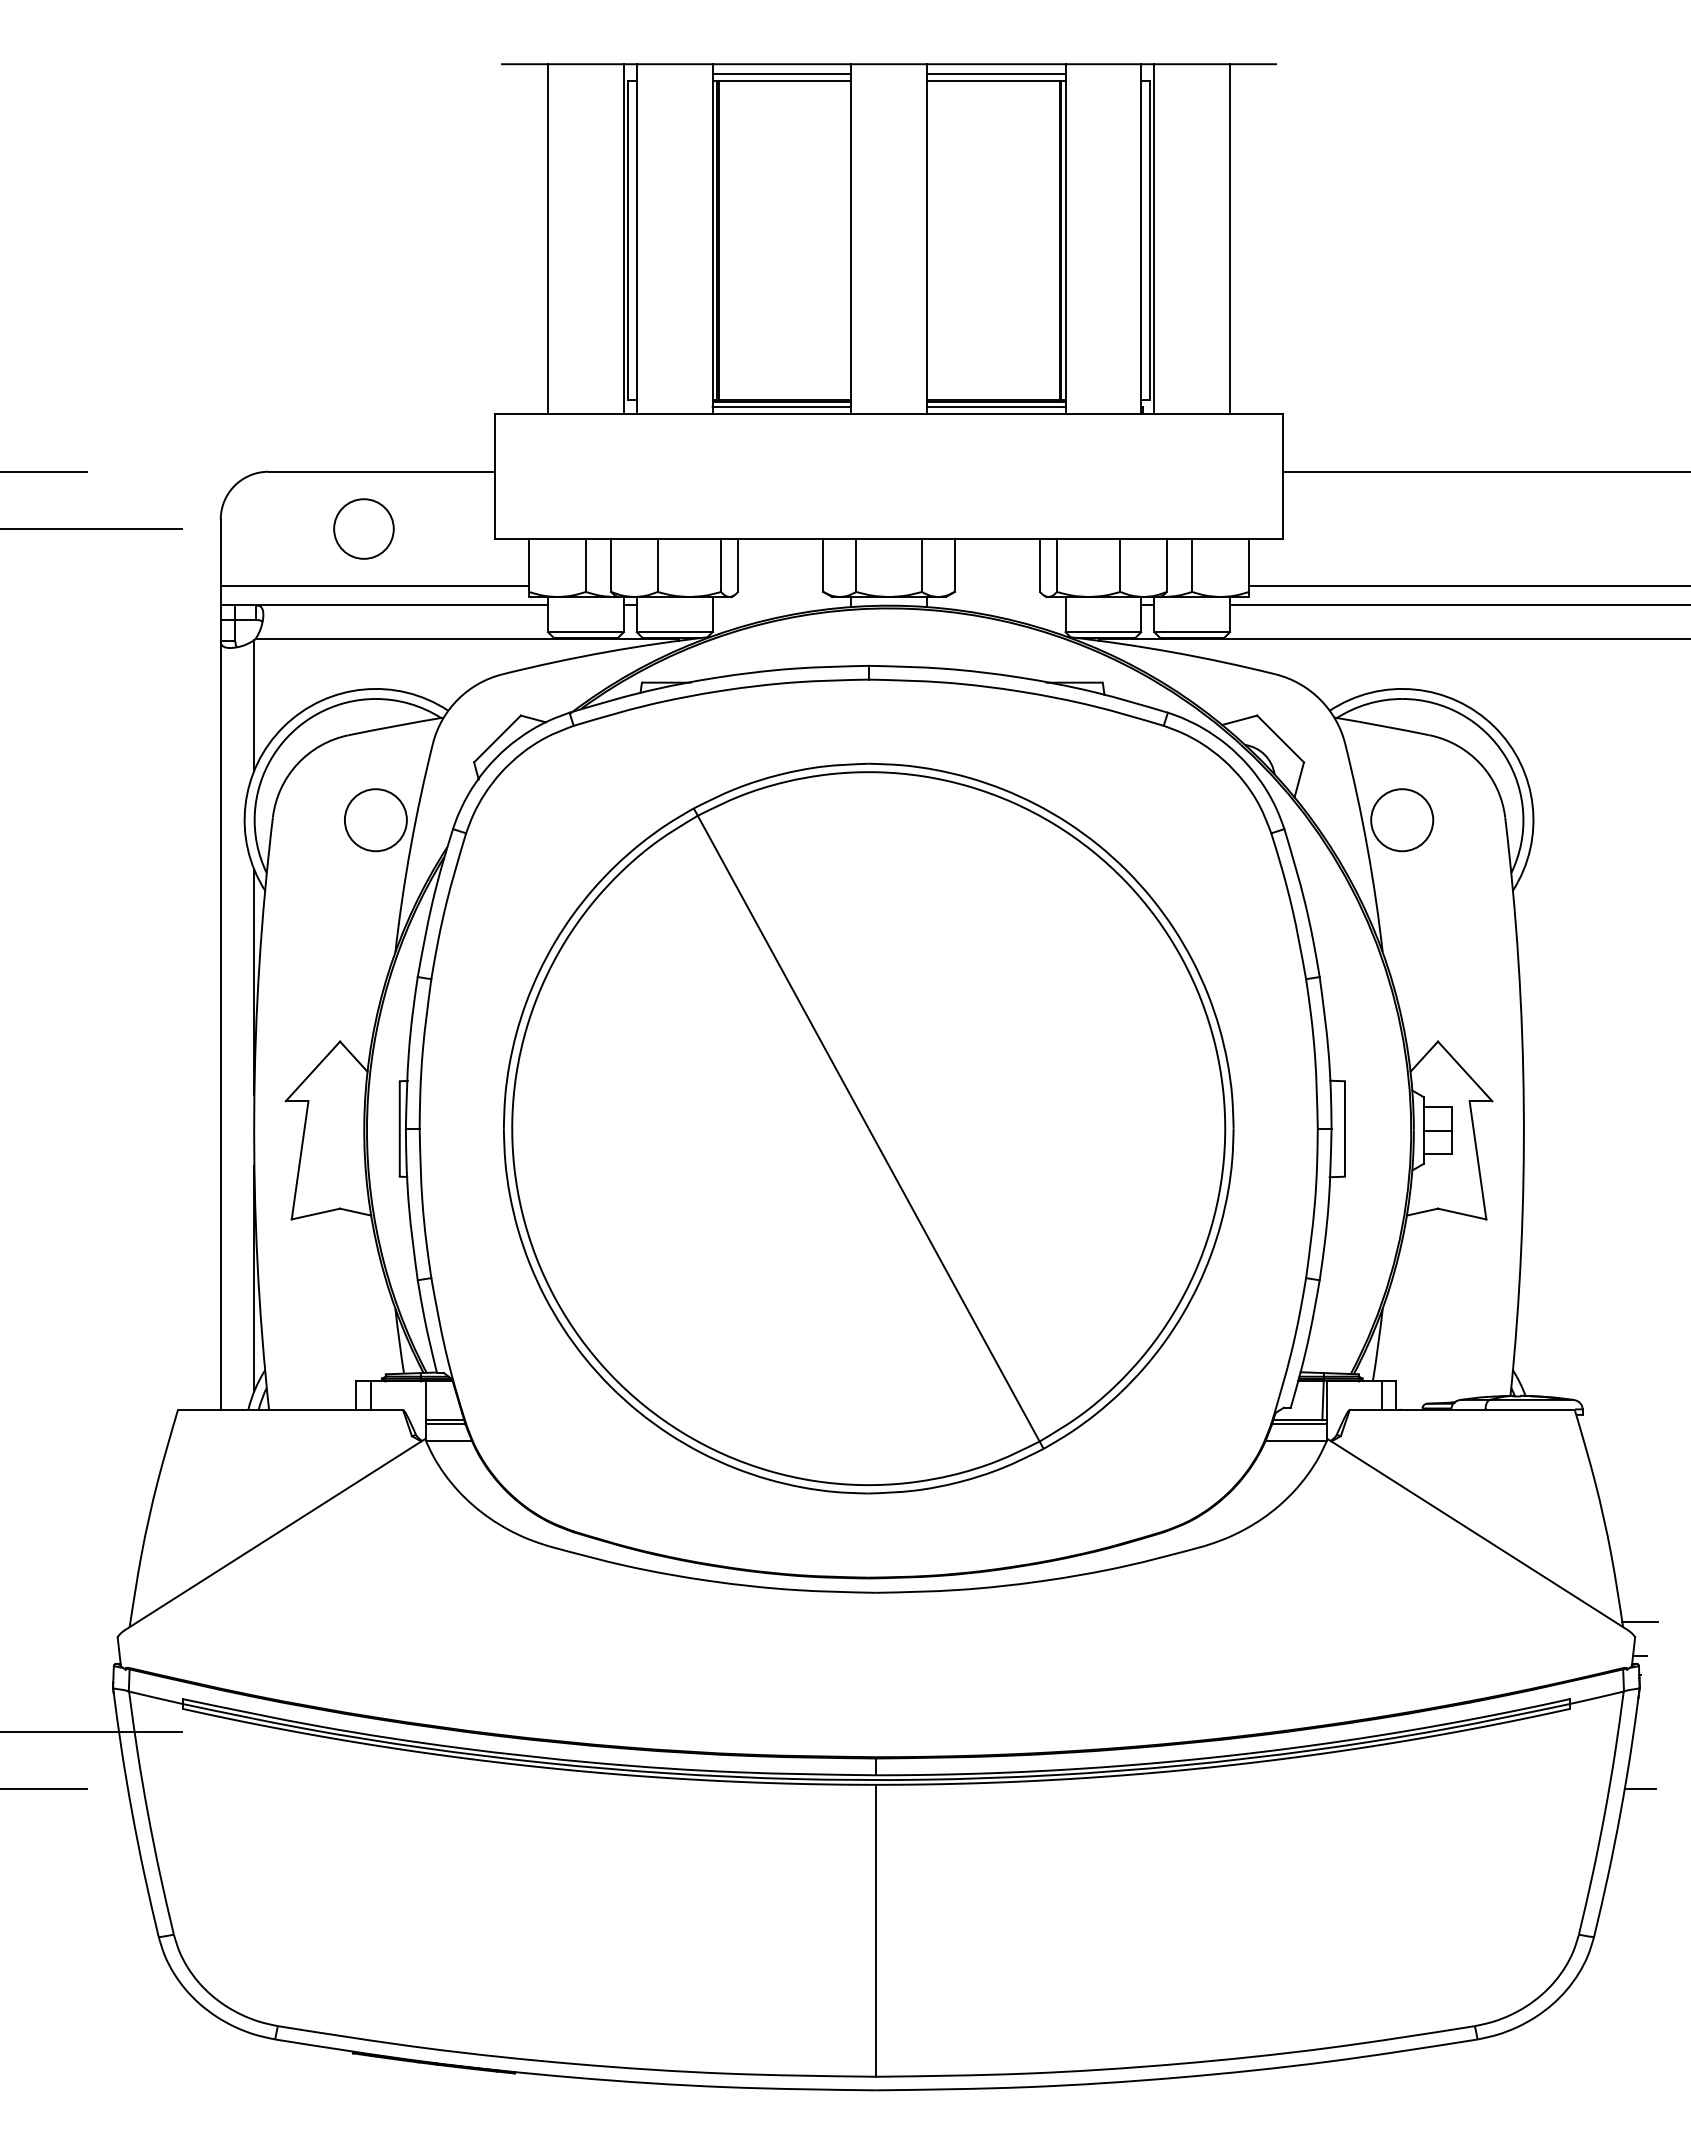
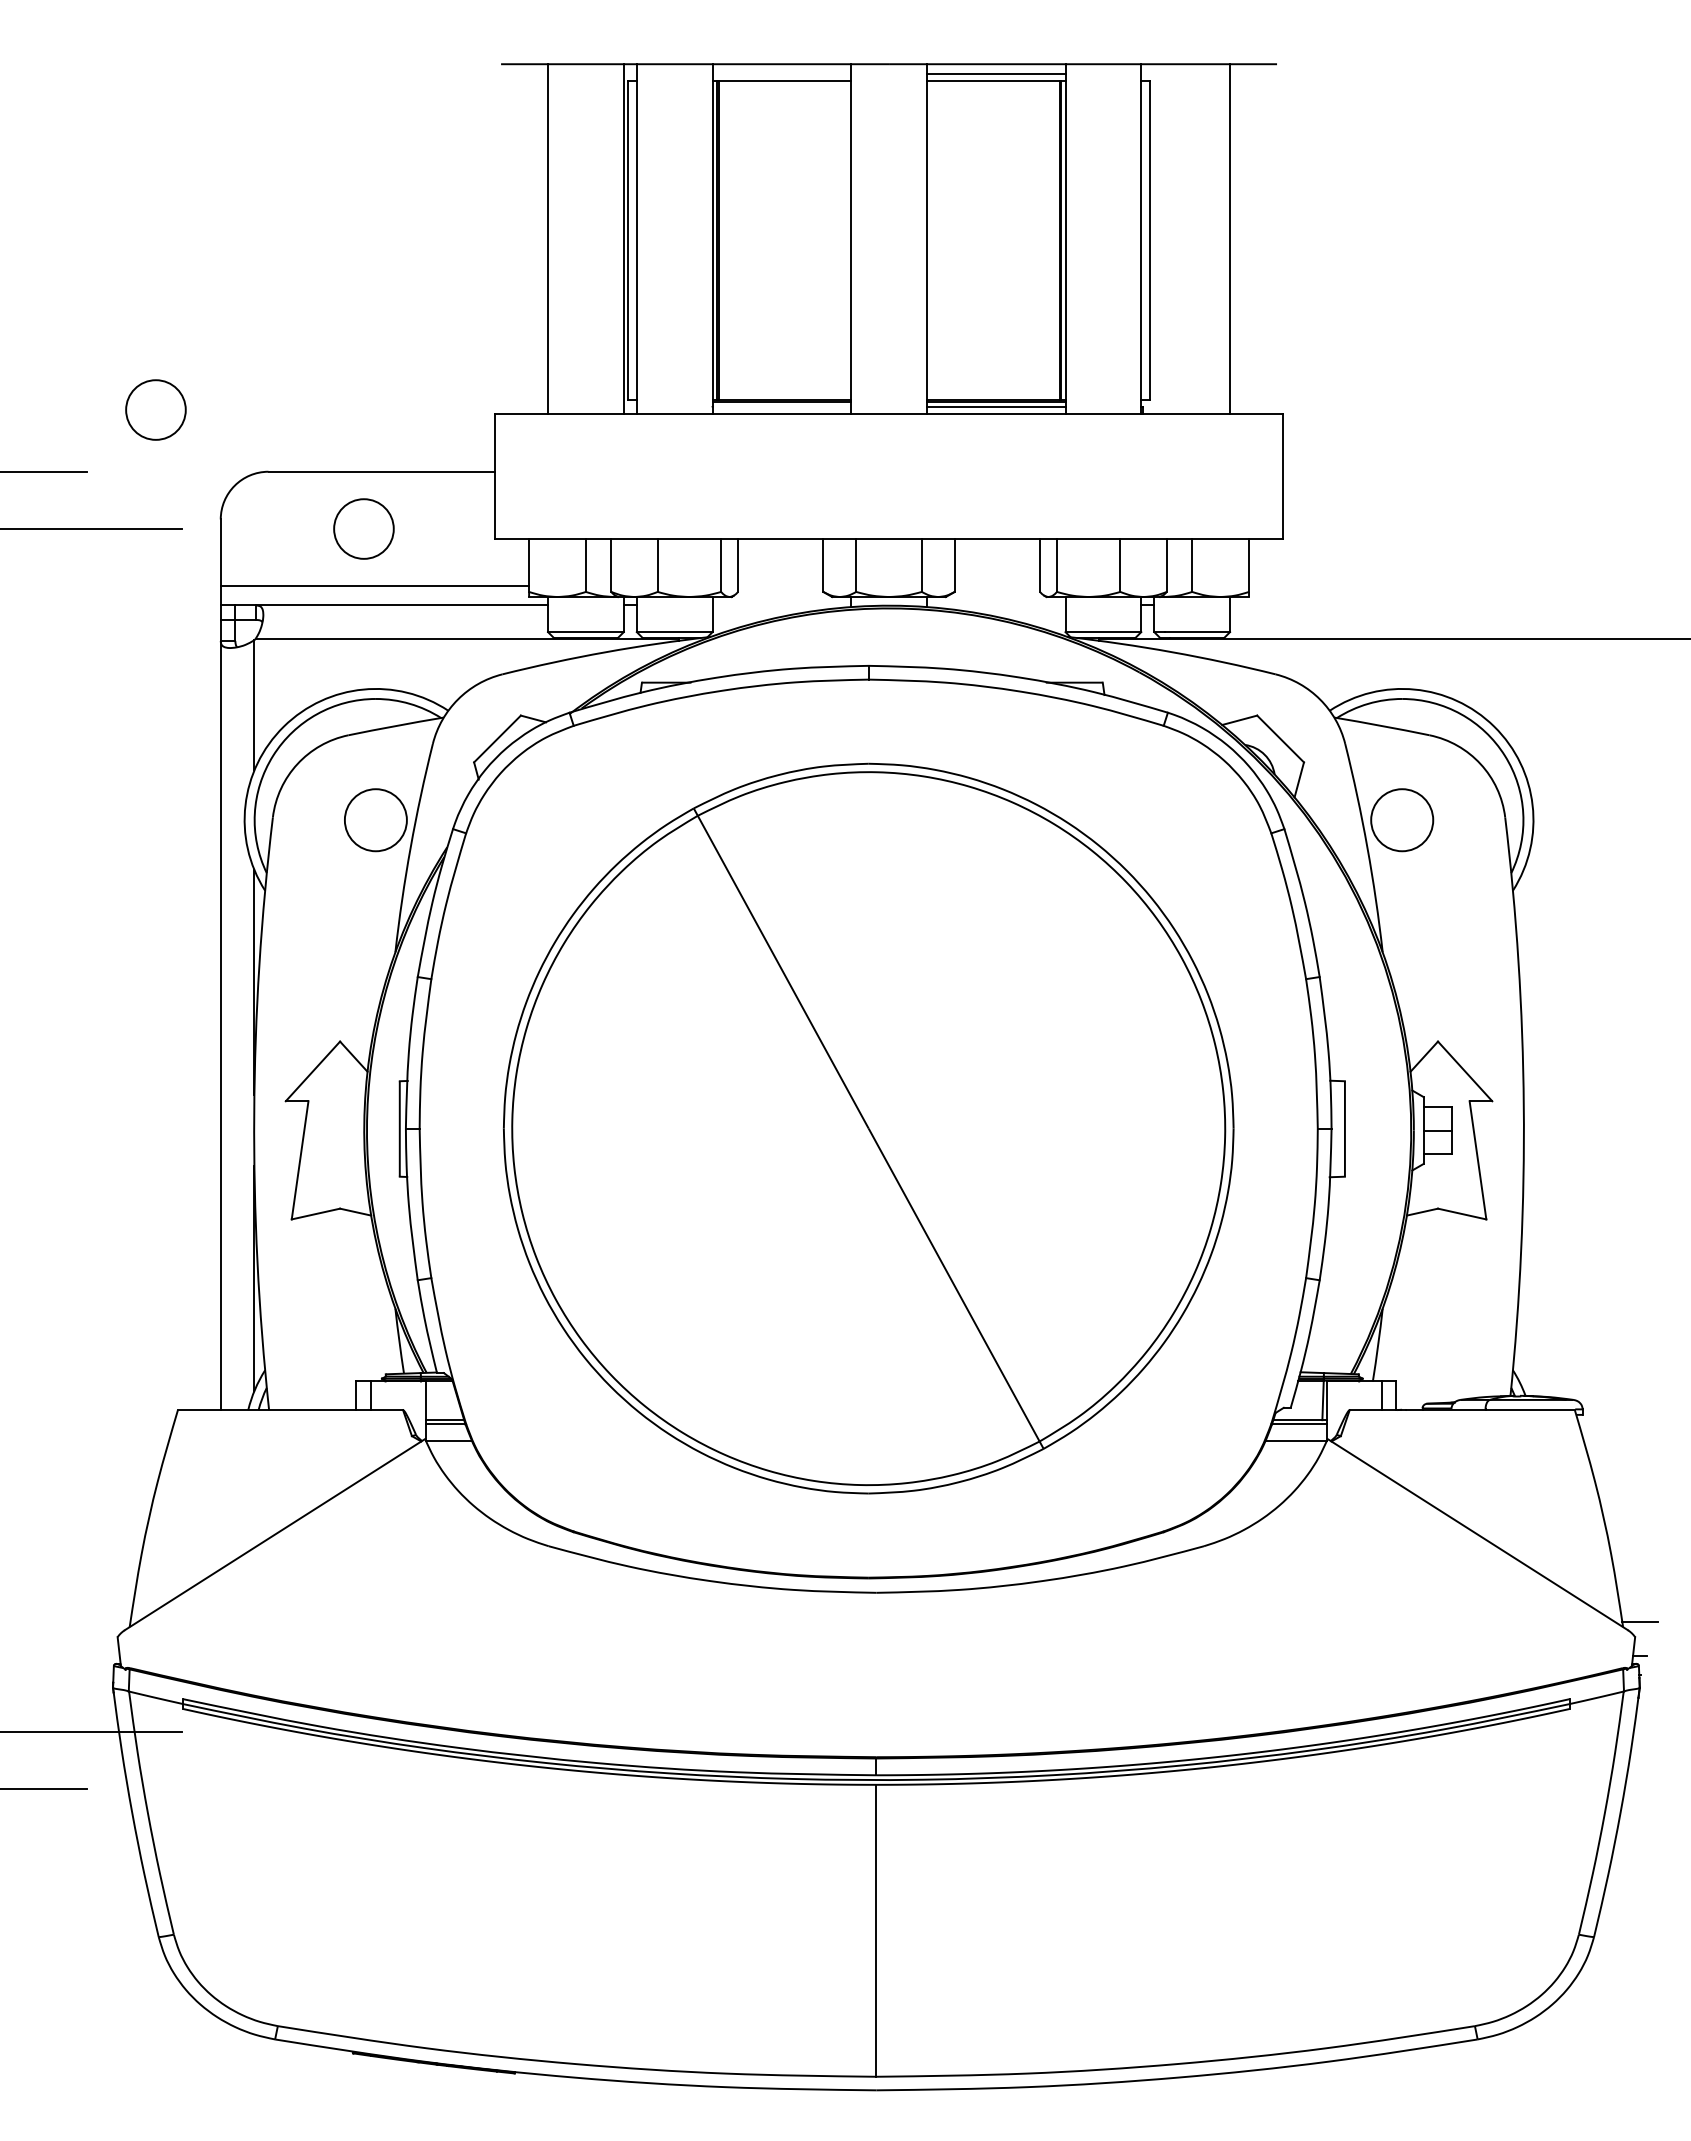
line at (781, 73): present -> none
line at (1154, 239): present -> none
line at (781, 406): present -> none
circle at (155, 409): none -> present
line at (1484, 471): present -> none
line at (1468, 586): present -> none
line at (1458, 605): present -> none
line at (1639, 1789): present -> none
